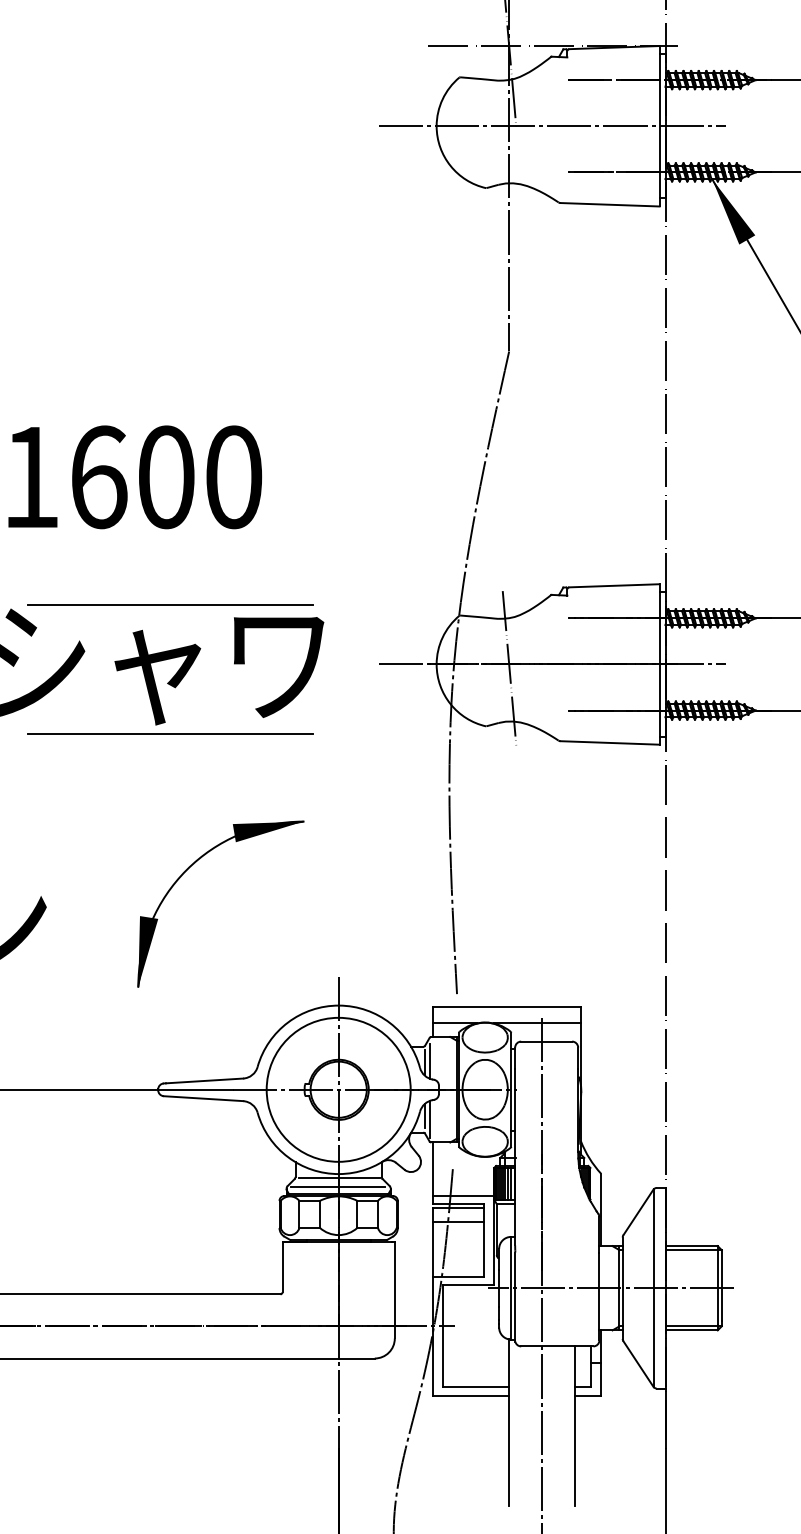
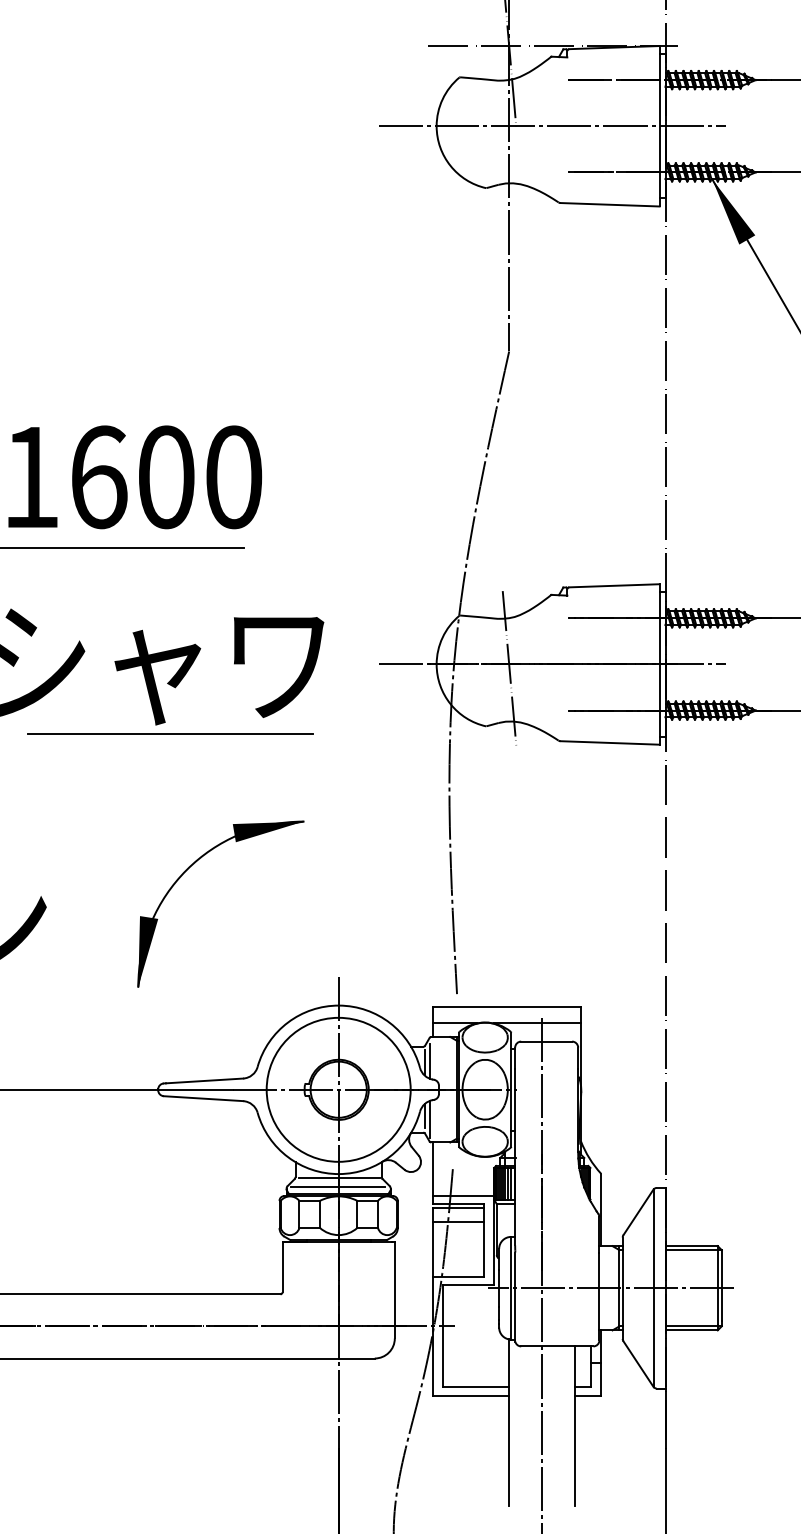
line at (123, 547): none -> present
line at (170, 604): present -> none
